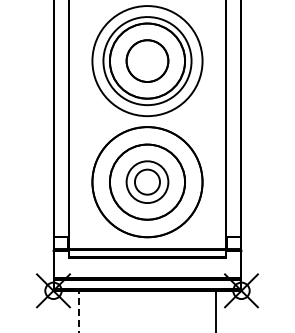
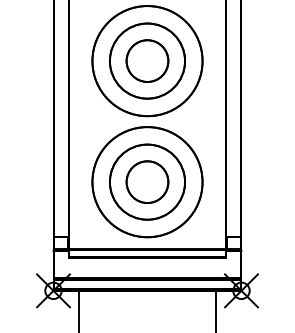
circle at (147, 61) diameter: 88 px -> 110 px
circle at (147, 181) diameter: 25 px -> 42 px
line at (79, 311): dashed -> solid
